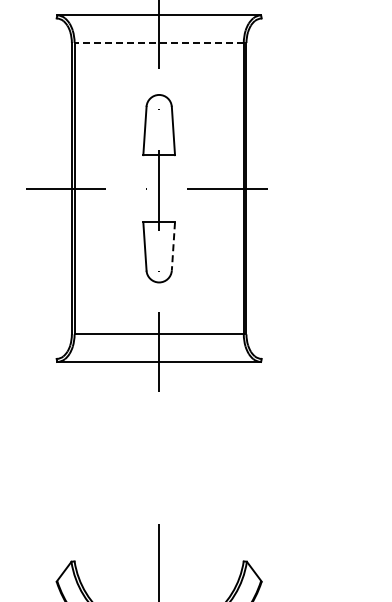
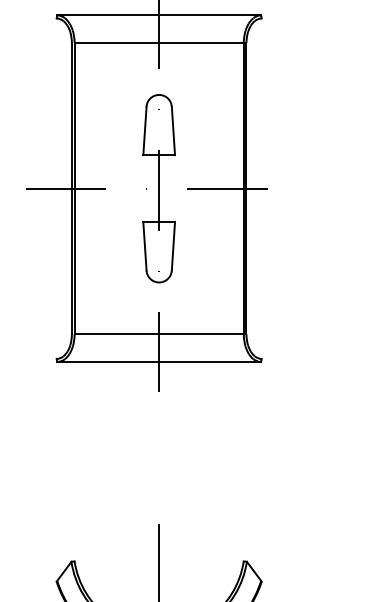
line at (159, 43): dashed -> solid
line at (173, 246): dashed -> solid
